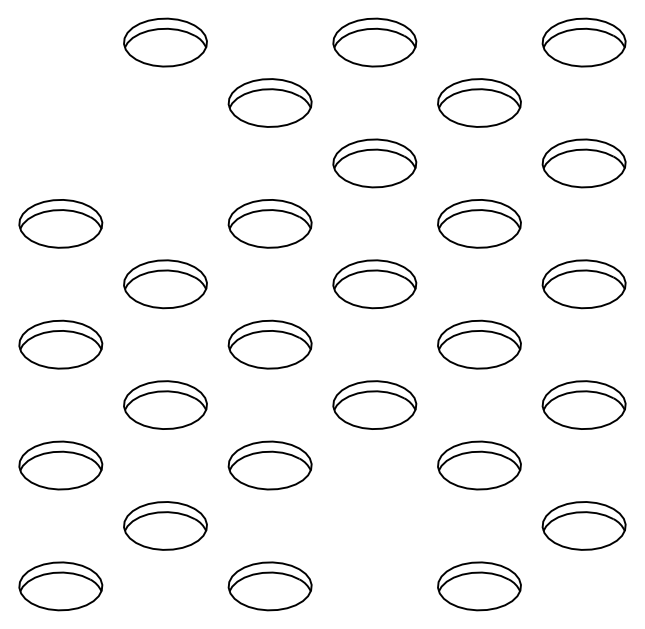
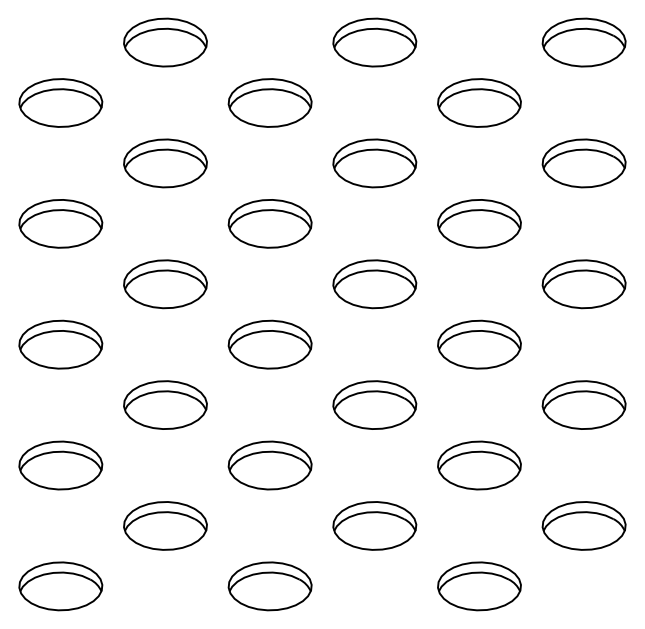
part at (60, 102): none -> present
part at (165, 163): none -> present
part at (374, 525): none -> present
